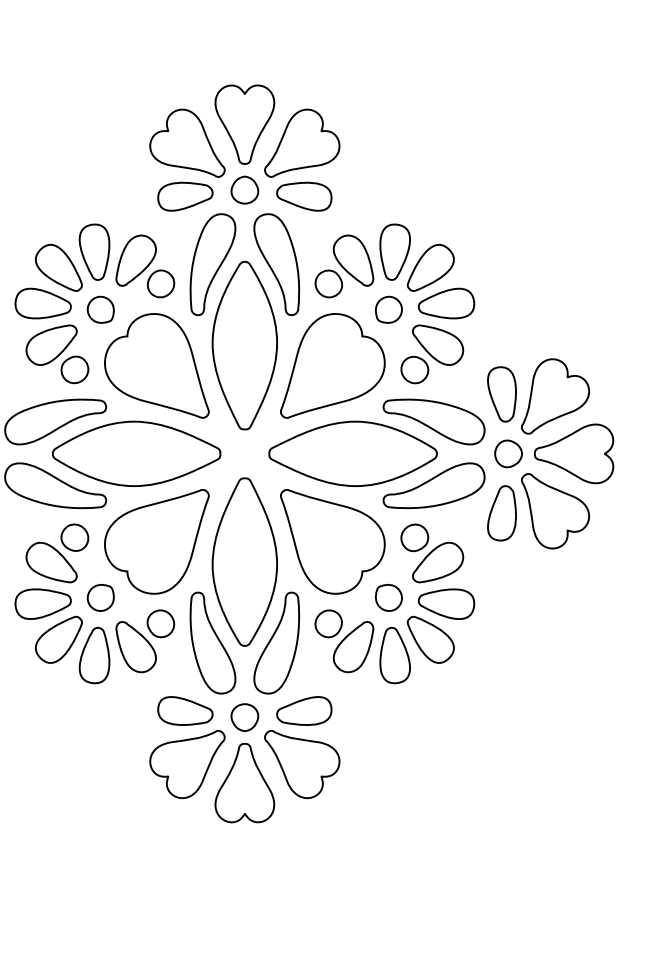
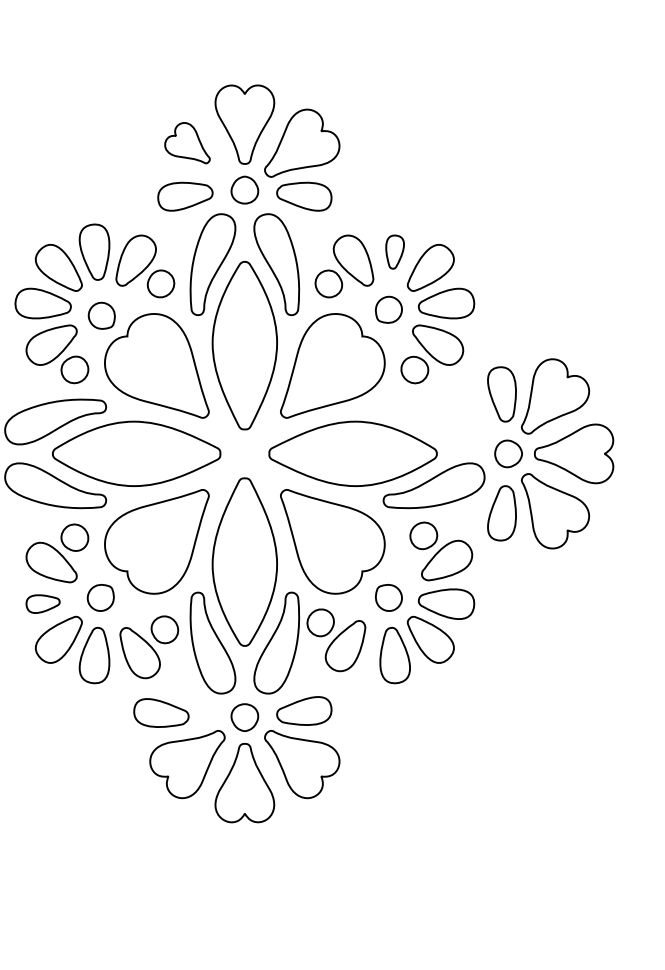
part at (187, 142) size: 77x70 px -> 47x43 px
part at (394, 251) size: 32x58 px -> 20x36 px
part at (100, 309) position: (100, 309) -> (101, 315)
part at (433, 421): present -> none
part at (432, 553) position: (432, 553) -> (441, 551)
part at (42, 603) size: 58x32 px -> 36x20 px
part at (145, 641) position: (145, 641) -> (149, 647)
part at (344, 641) position: (344, 641) -> (336, 640)
part at (185, 710) position: (185, 710) -> (161, 712)
